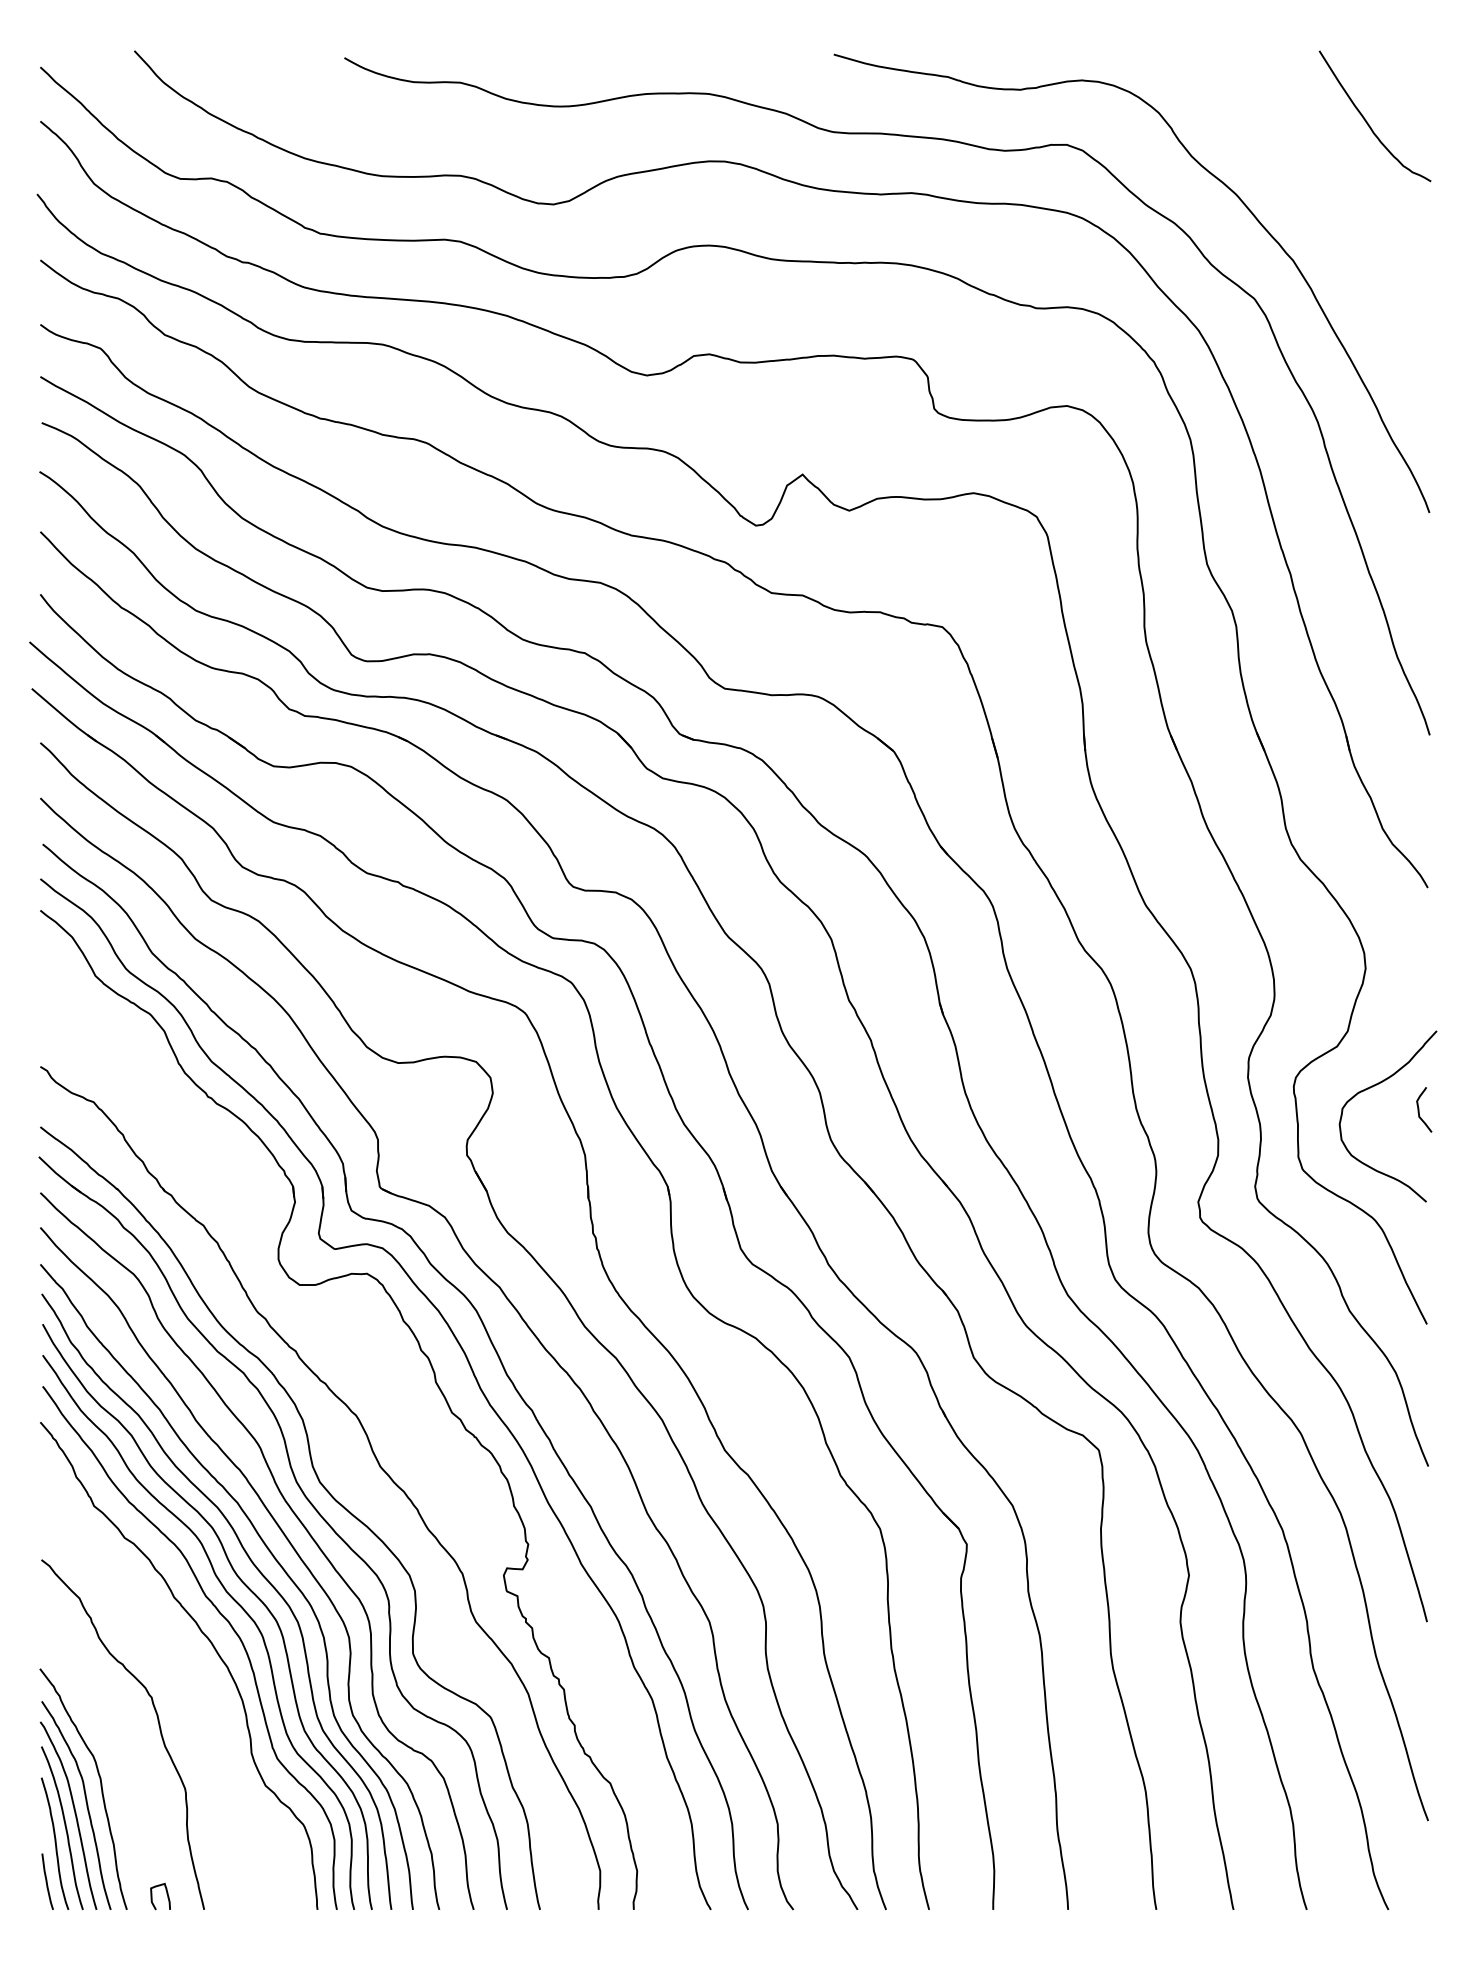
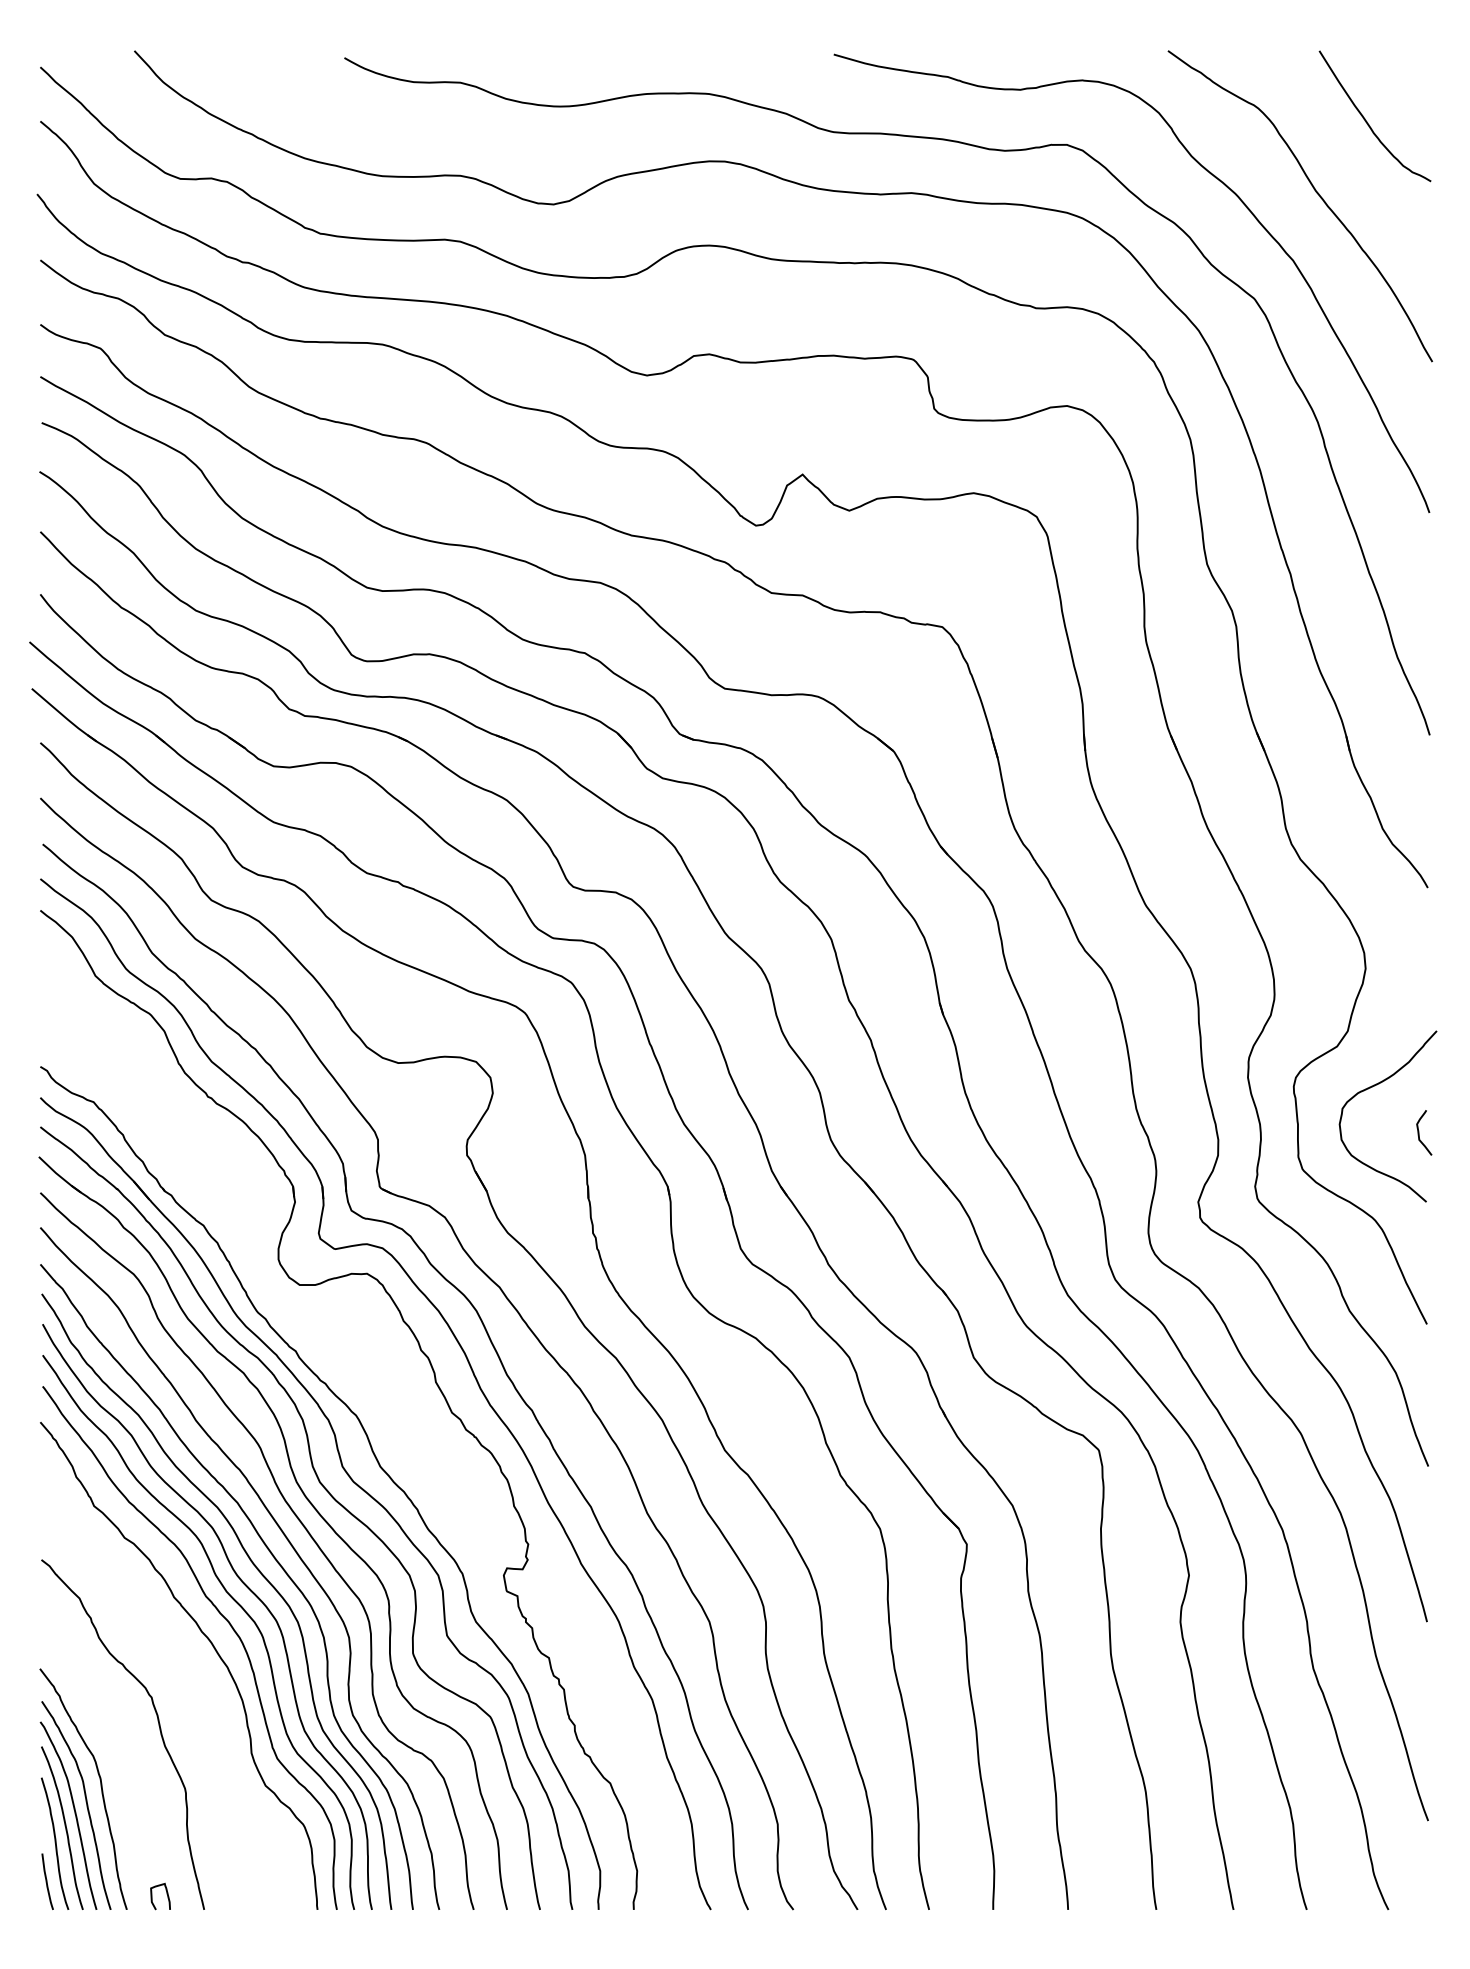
curve at (1315, 192): none -> present
curve at (1419, 1109) position: (1419, 1109) -> (1419, 1132)
part at (346, 1474): none -> present
